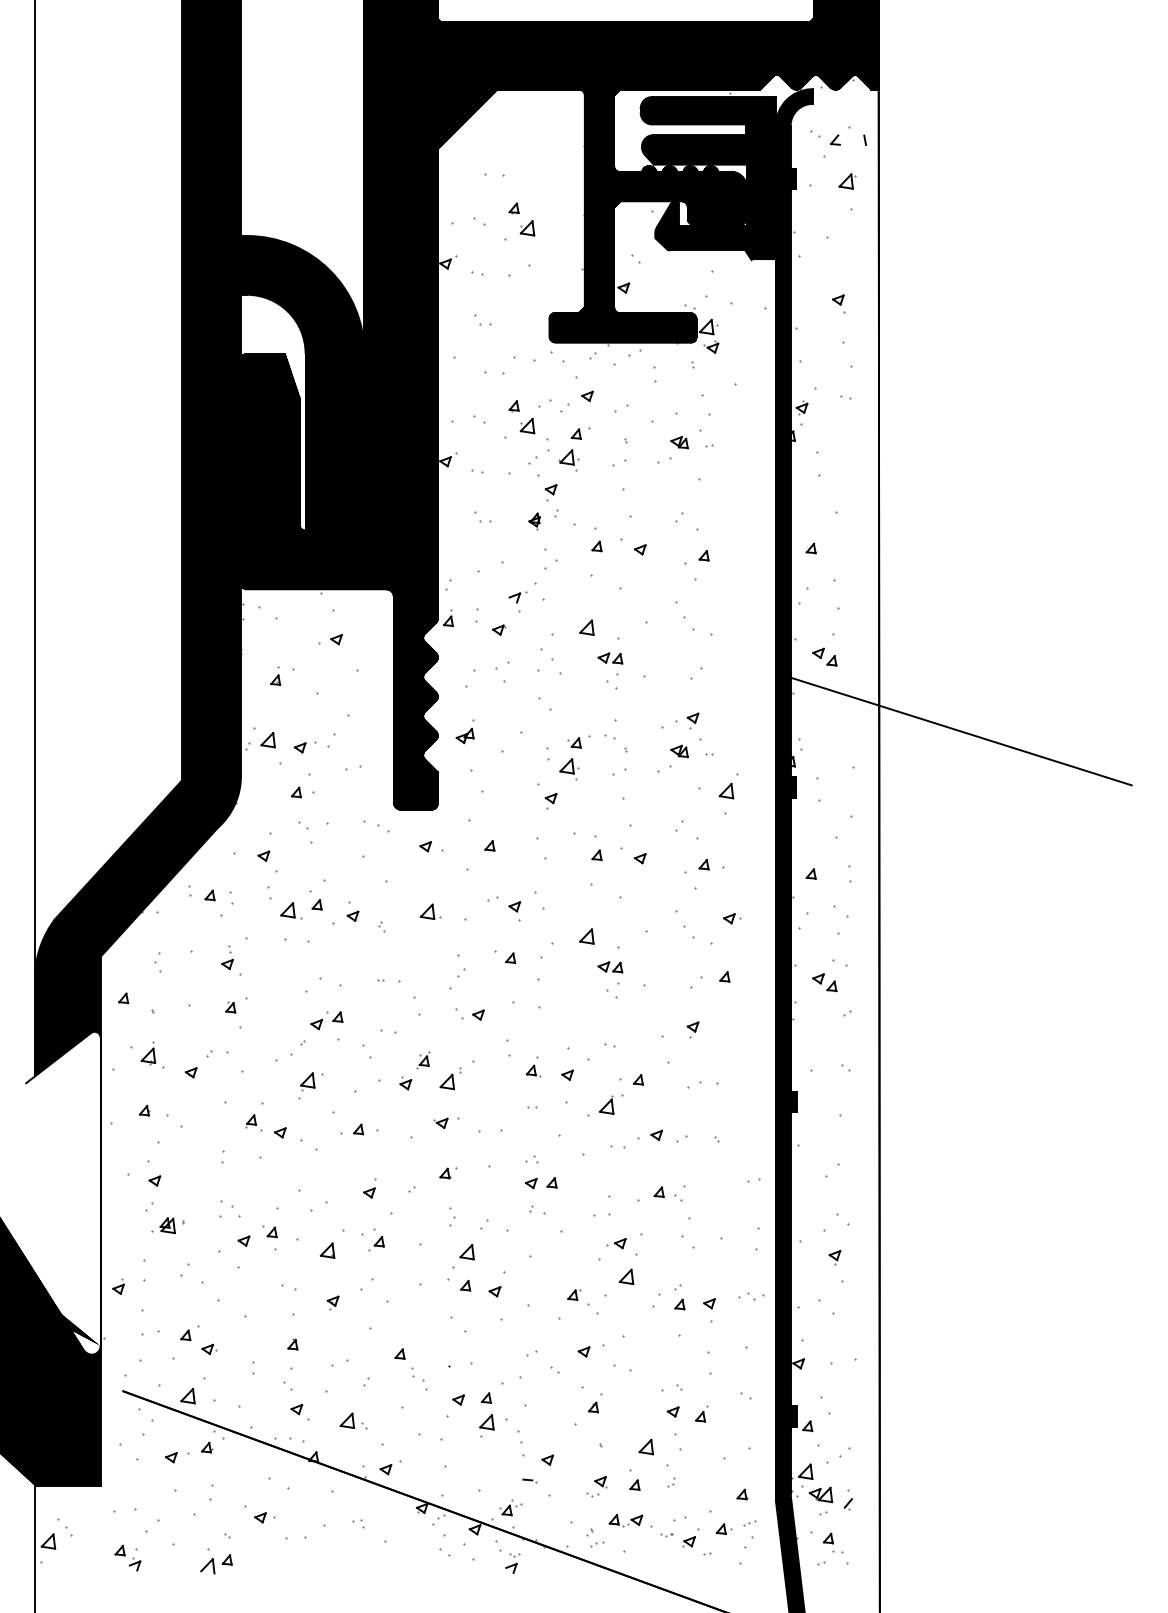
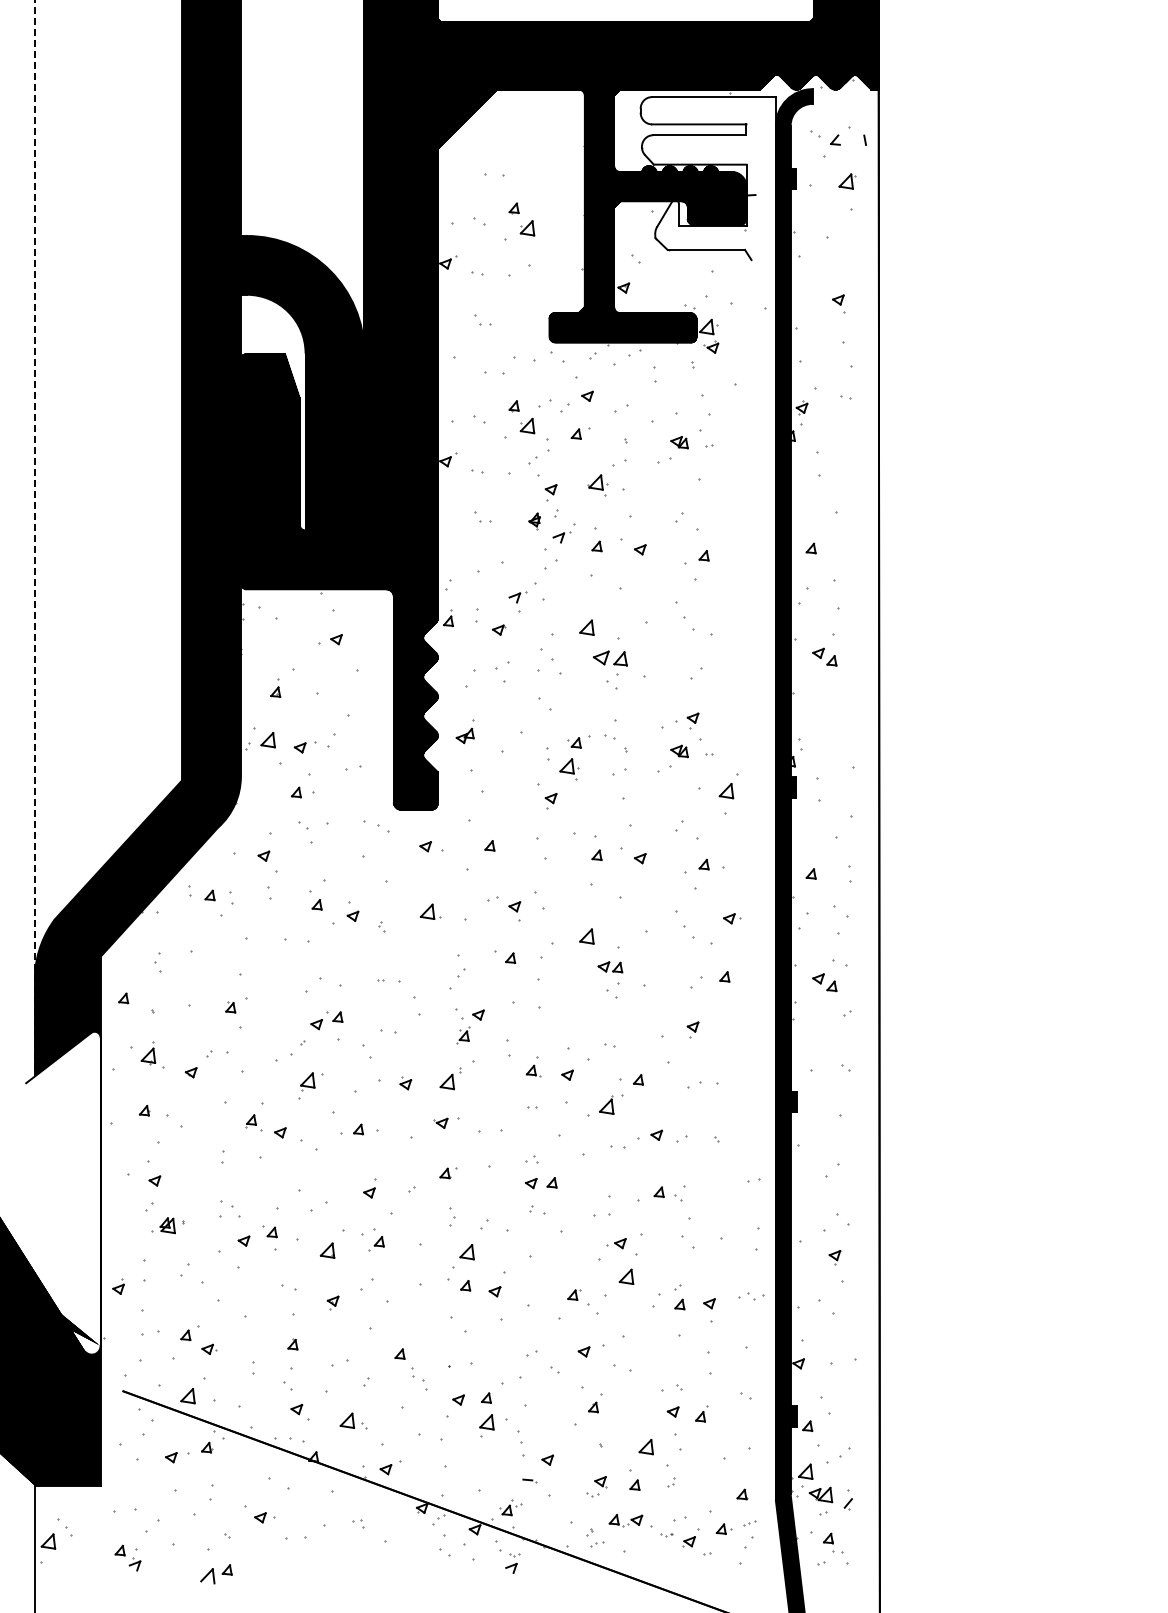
fill at (707, 178): present -> none
part at (568, 460) position: (568, 460) -> (597, 485)
part at (561, 537): none -> present
line at (35, 538): solid -> dashed
part at (610, 658) size: 27x13 px -> 36x17 px
part at (275, 675) position: (275, 675) -> (275, 687)
line at (956, 730): present -> none
part at (291, 910): present -> none
part at (227, 957): present -> none
part at (423, 1060) position: (423, 1060) -> (463, 1035)
part at (216, 1564) position: (216, 1564) -> (216, 1574)
